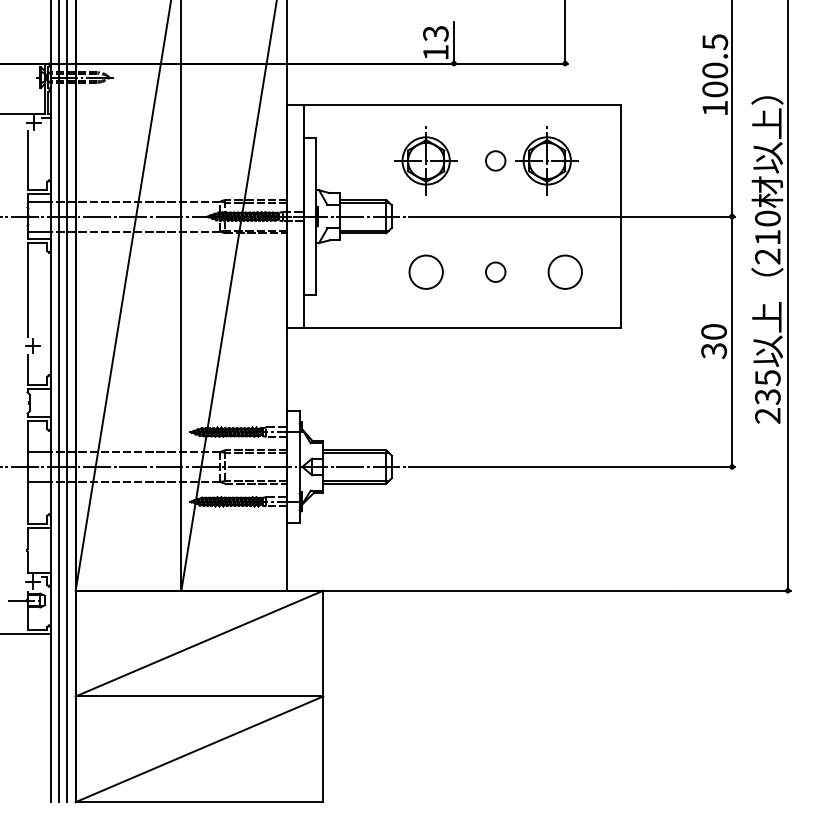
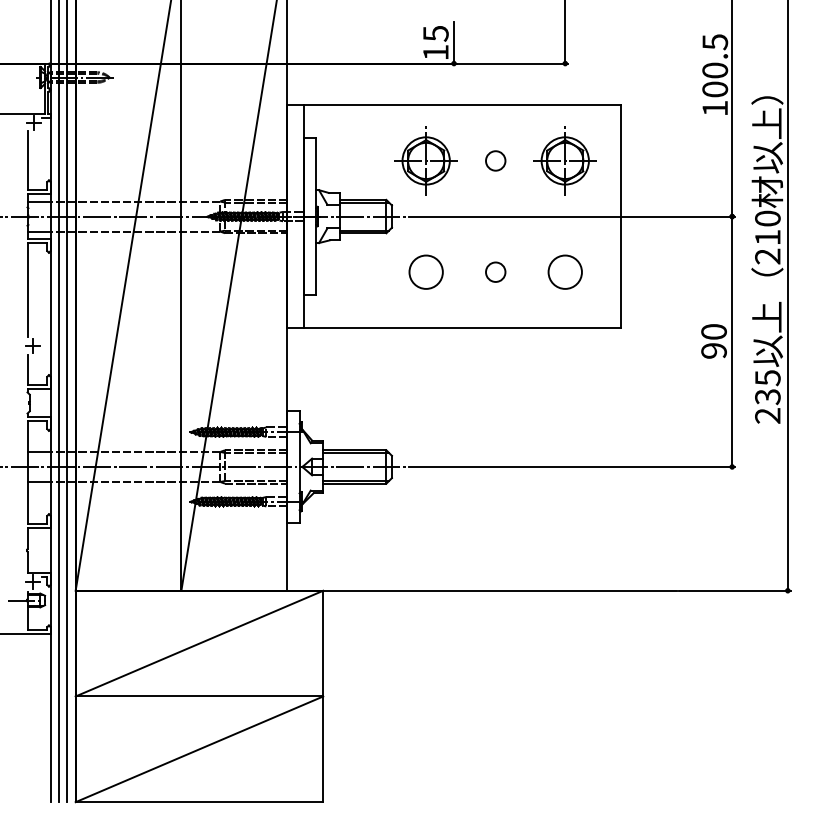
text at (435, 33): 13 -> 15
part at (546, 160) position: (546, 160) -> (564, 160)
text at (713, 351): 30 -> 90
